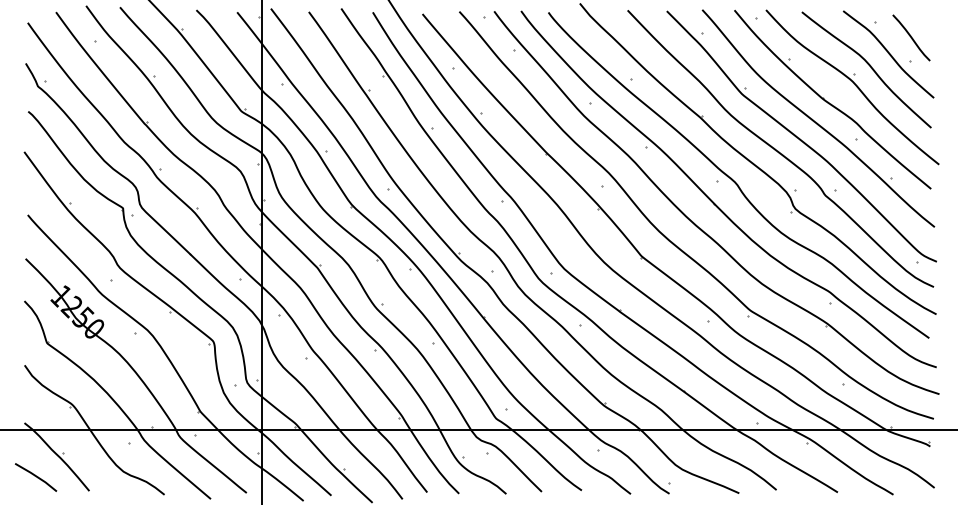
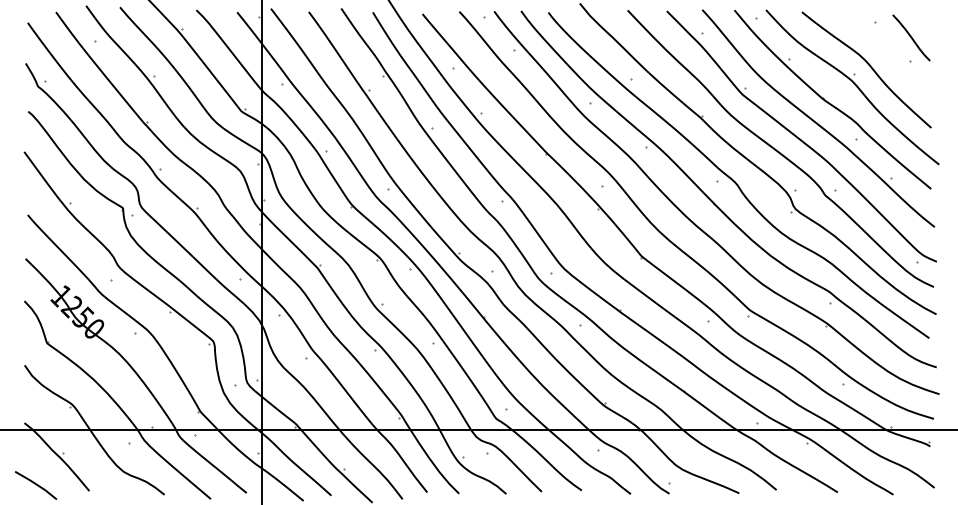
curve at (888, 54): present -> none
line at (36, 477) position: (36, 477) -> (36, 485)
